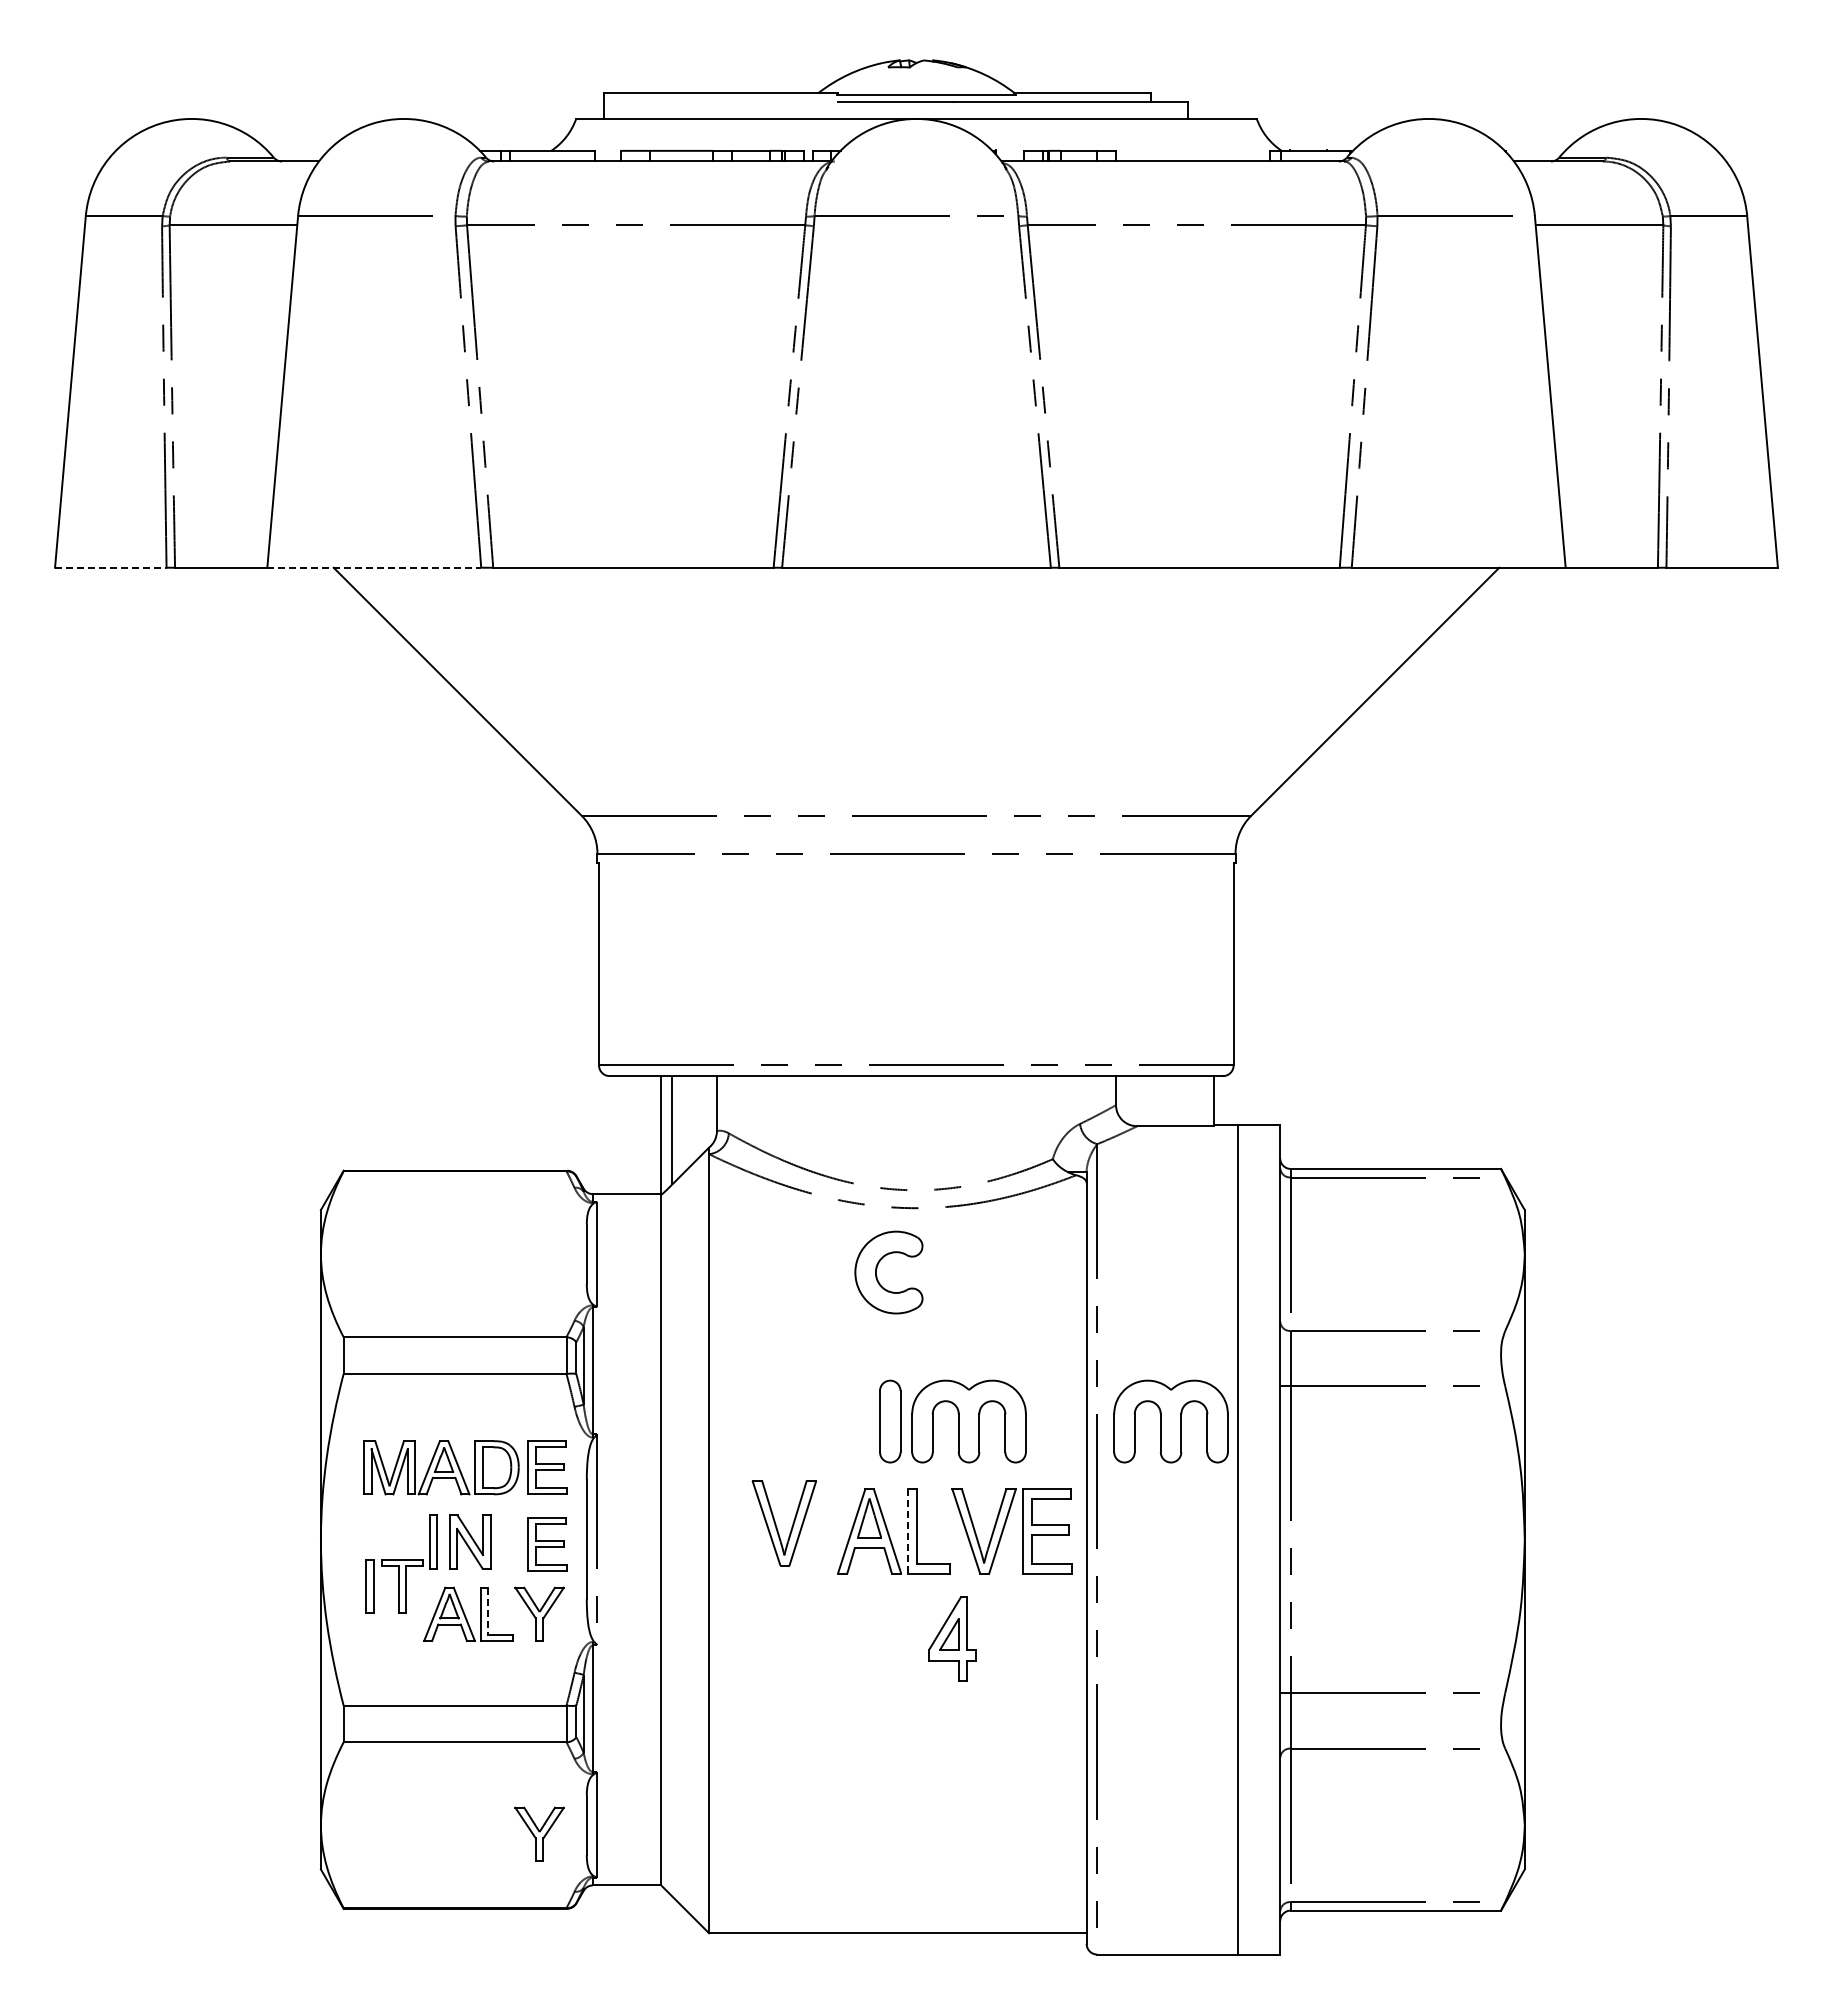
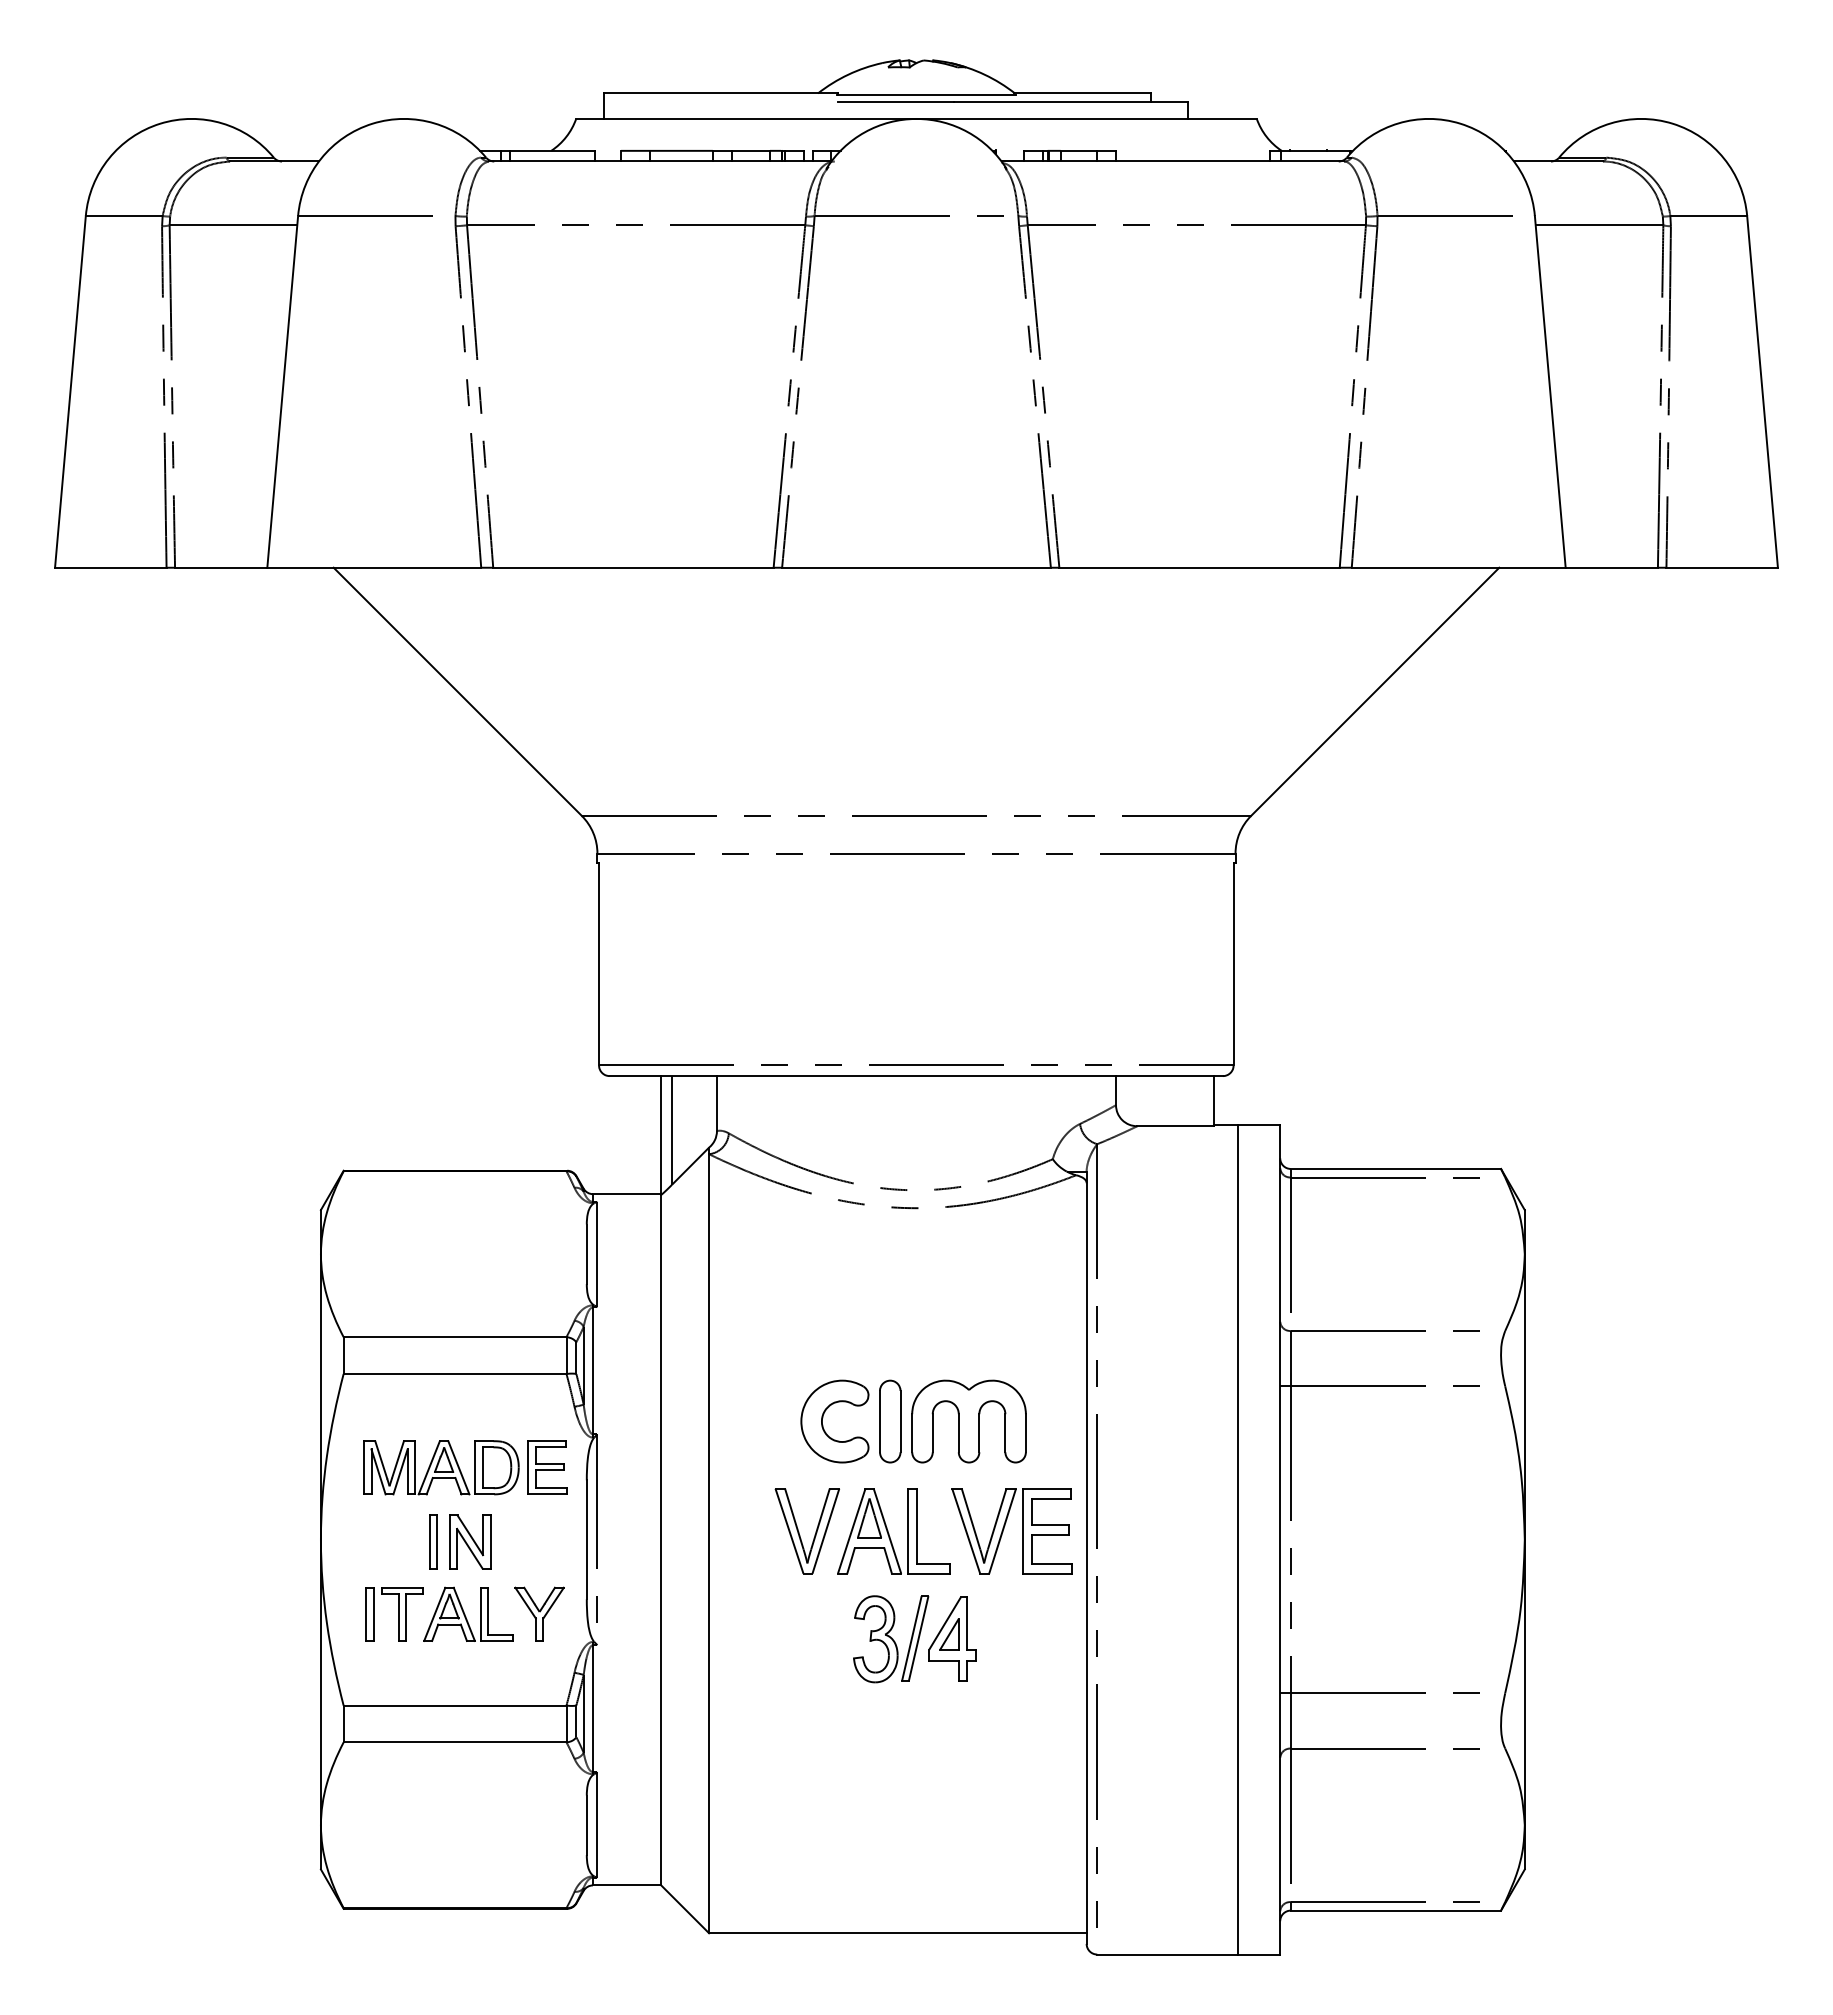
line at (110, 567): dashed -> solid
line at (374, 567): dashed -> solid
part at (877, 1268) position: (877, 1268) -> (823, 1417)
part at (1170, 1421): present -> none
part at (776, 1523) position: (776, 1523) -> (799, 1531)
line at (908, 1531): dashed -> solid
part at (547, 1544): present -> none
part at (394, 1586) position: (394, 1586) -> (394, 1614)
line at (488, 1611): dashed -> solid
part at (891, 1639): none -> present
part at (539, 1833): present -> none
